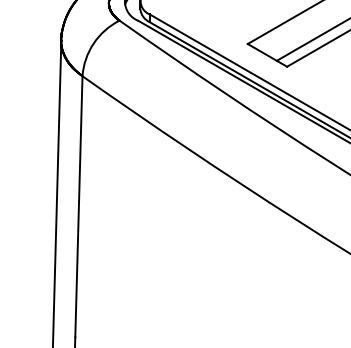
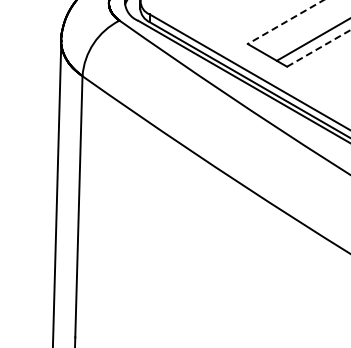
line at (285, 22): solid -> dashed
line at (319, 48): solid -> dashed
